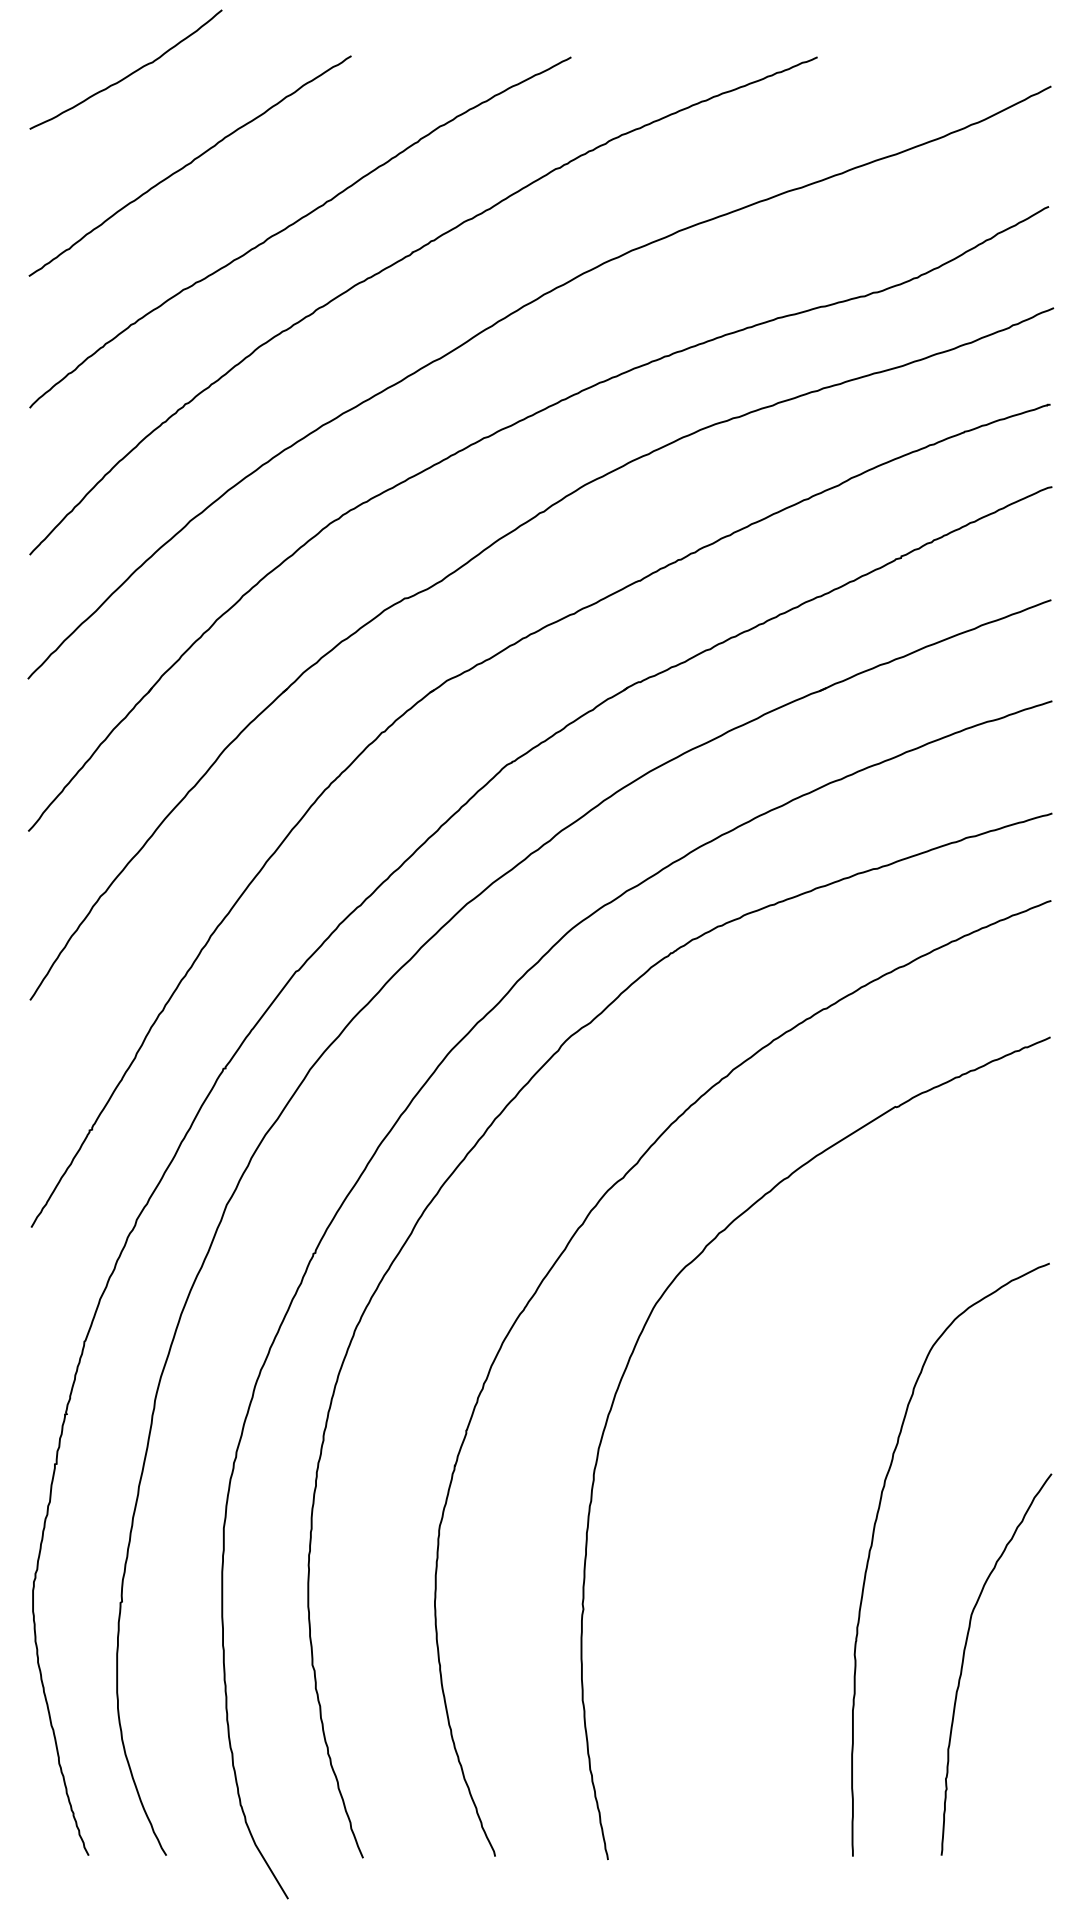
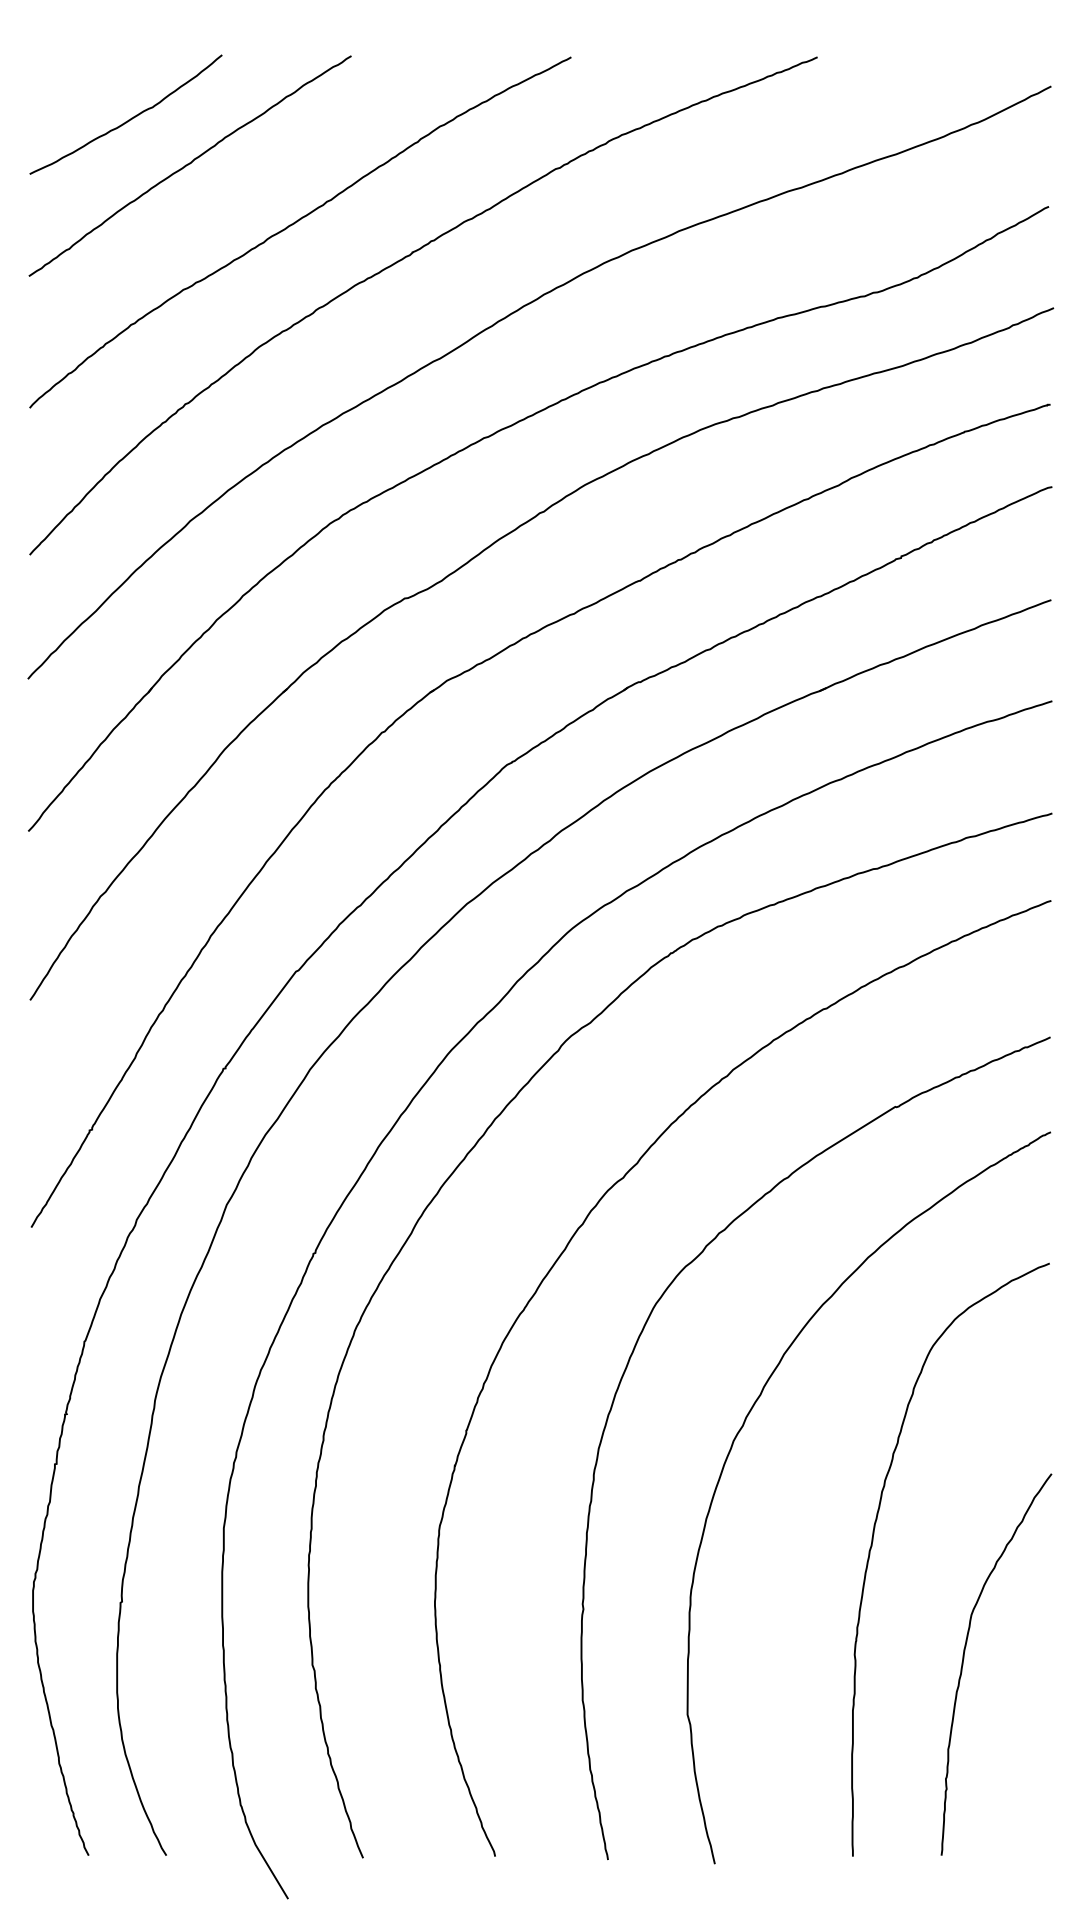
curve at (128, 74) position: (128, 74) -> (128, 119)
curve at (742, 1428): none -> present
